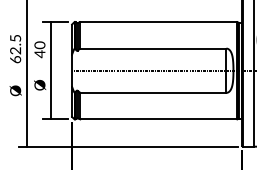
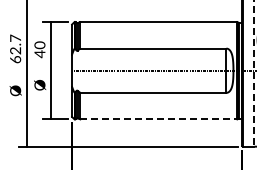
text at (15, 37): 62.5 -> 62.7
line at (254, 73): solid -> dashed
line at (158, 119): solid -> dashed
